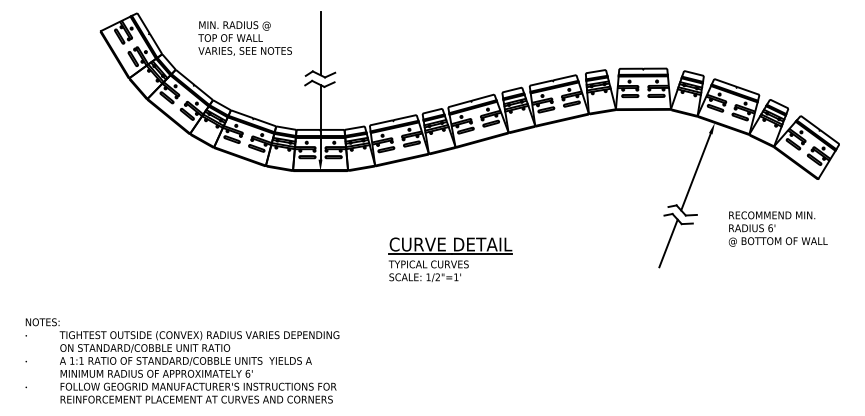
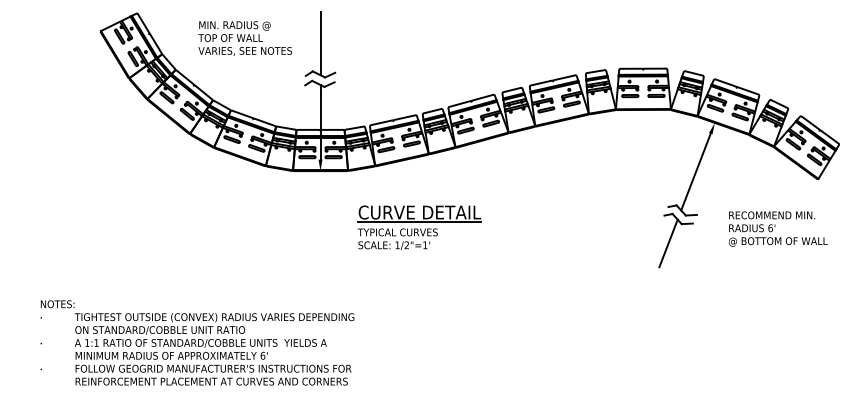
part at (450, 259) position: (450, 259) -> (419, 227)
text at (182, 360) position: (182, 360) -> (197, 342)
